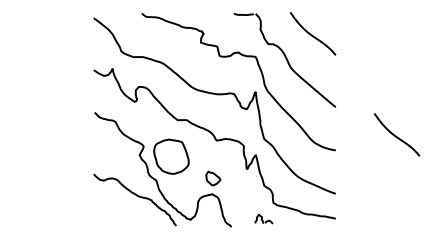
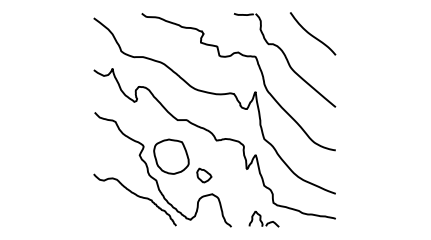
curve at (396, 135): present -> none
part at (213, 178) position: (213, 178) -> (204, 175)
part at (263, 219) size: 20x11 px -> 32x18 px
